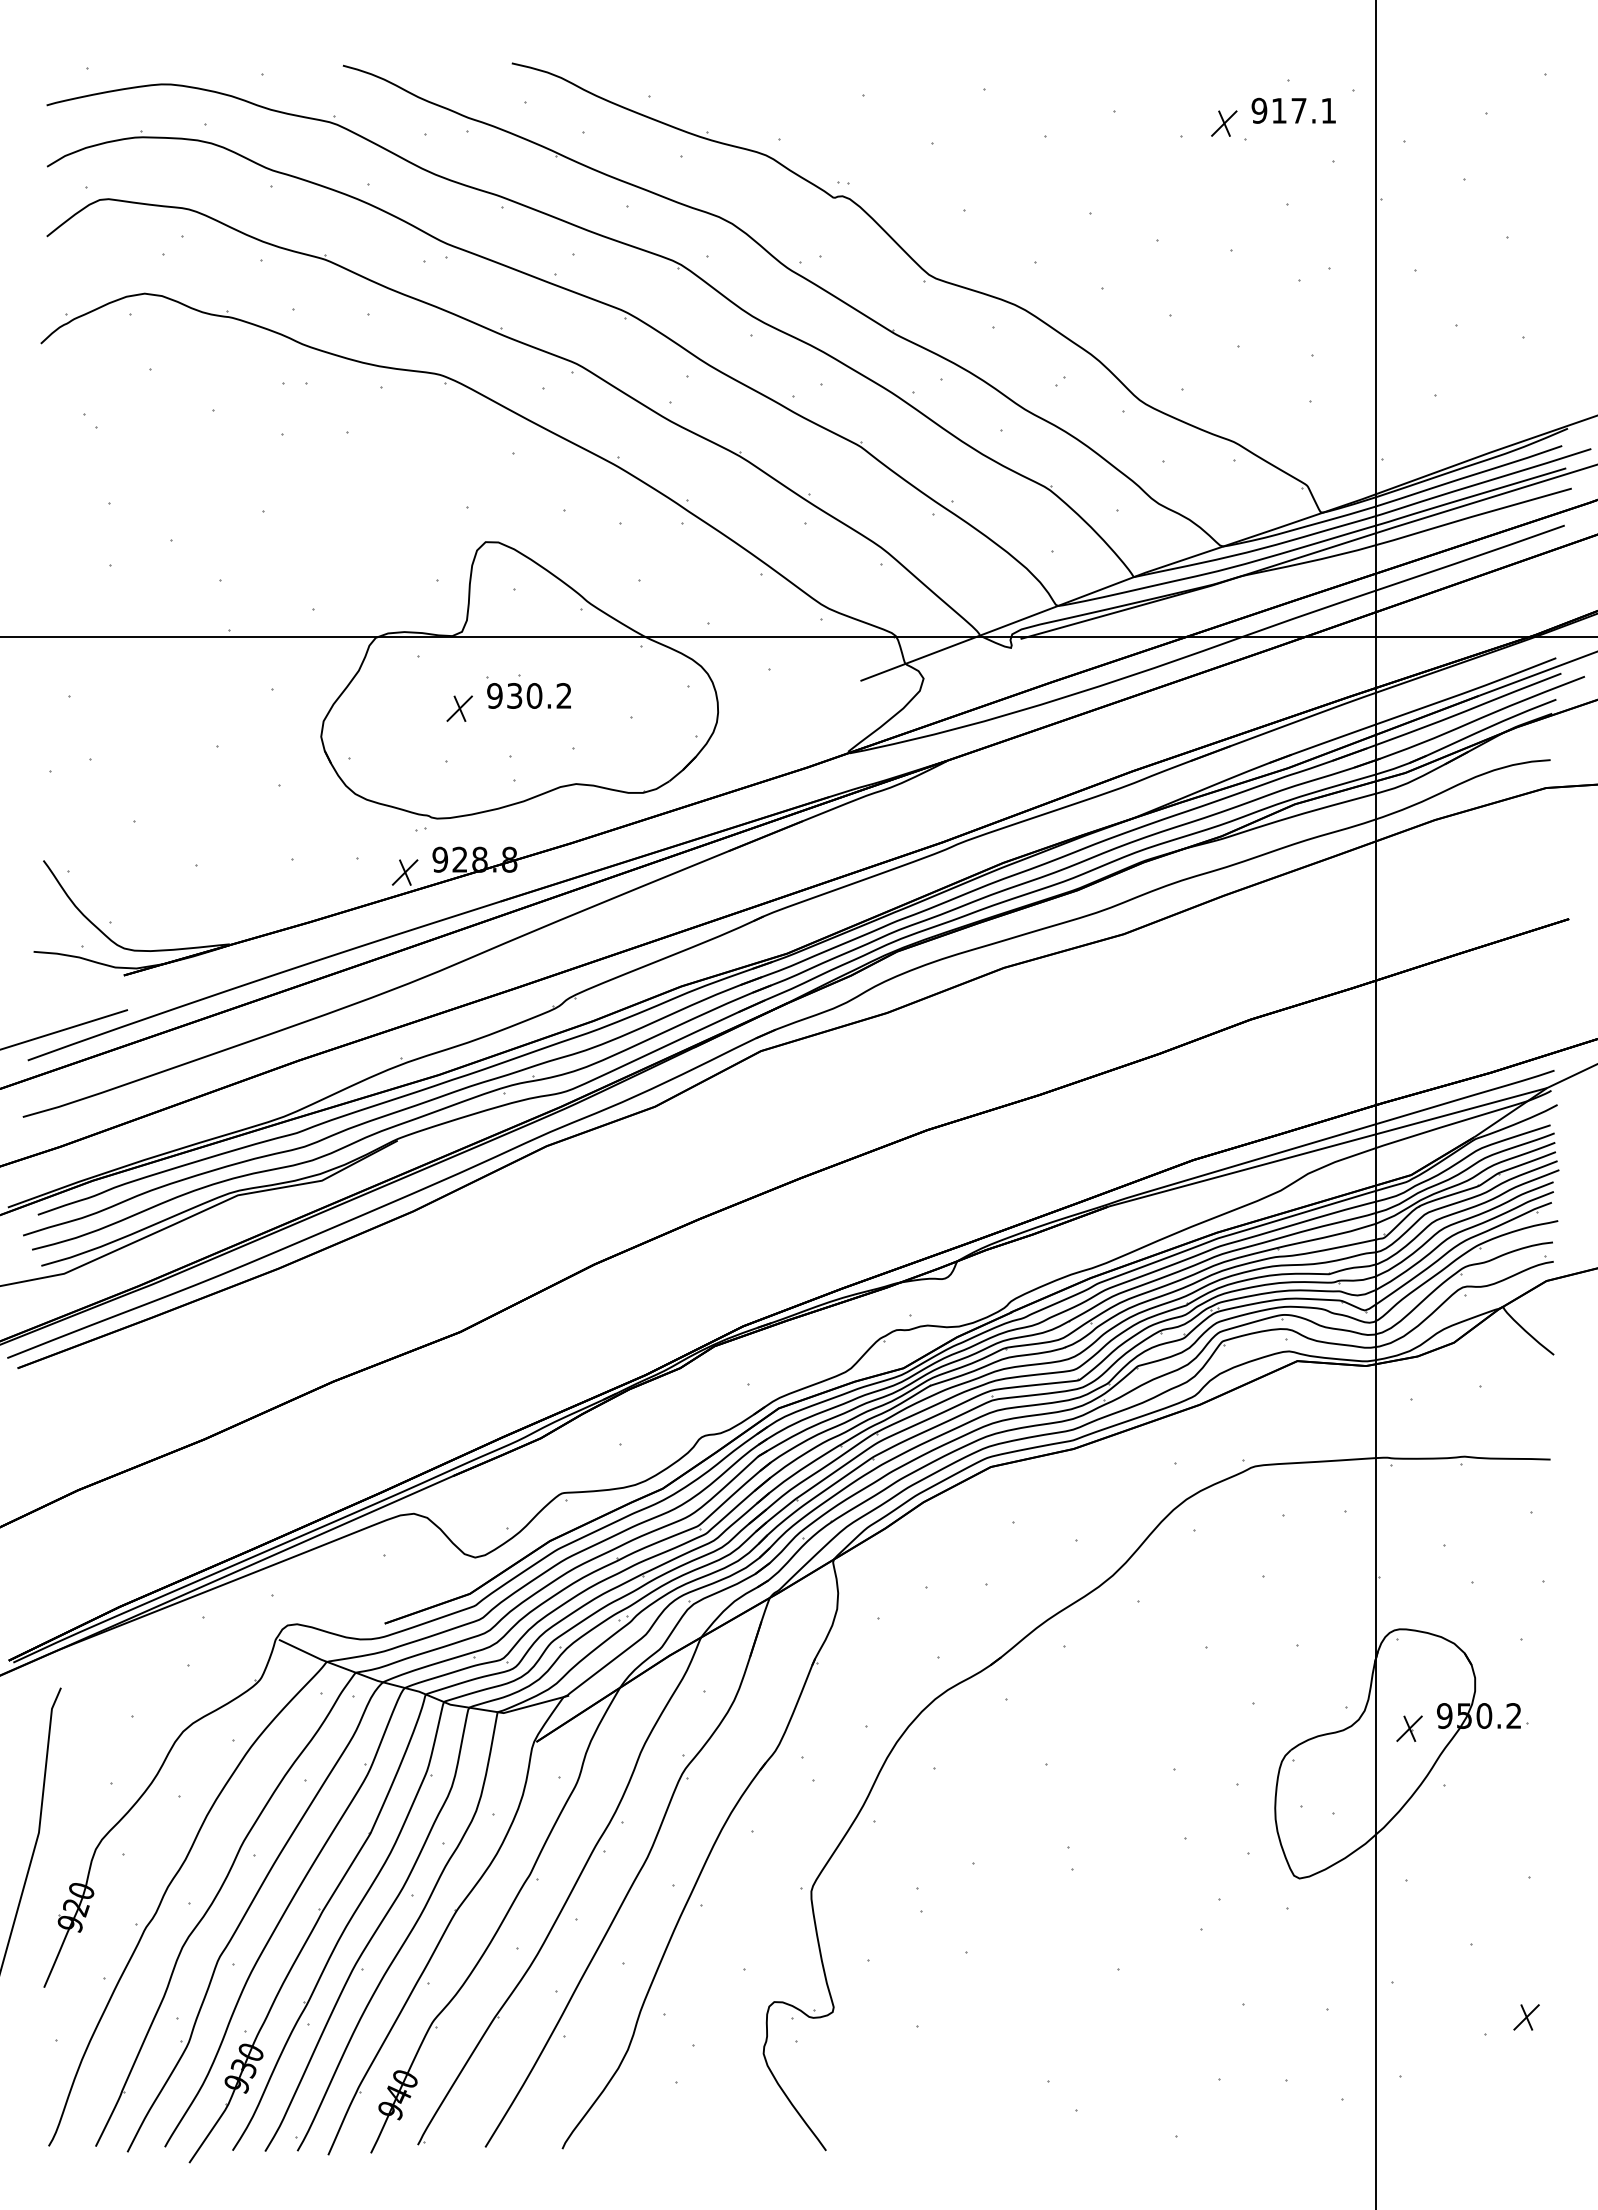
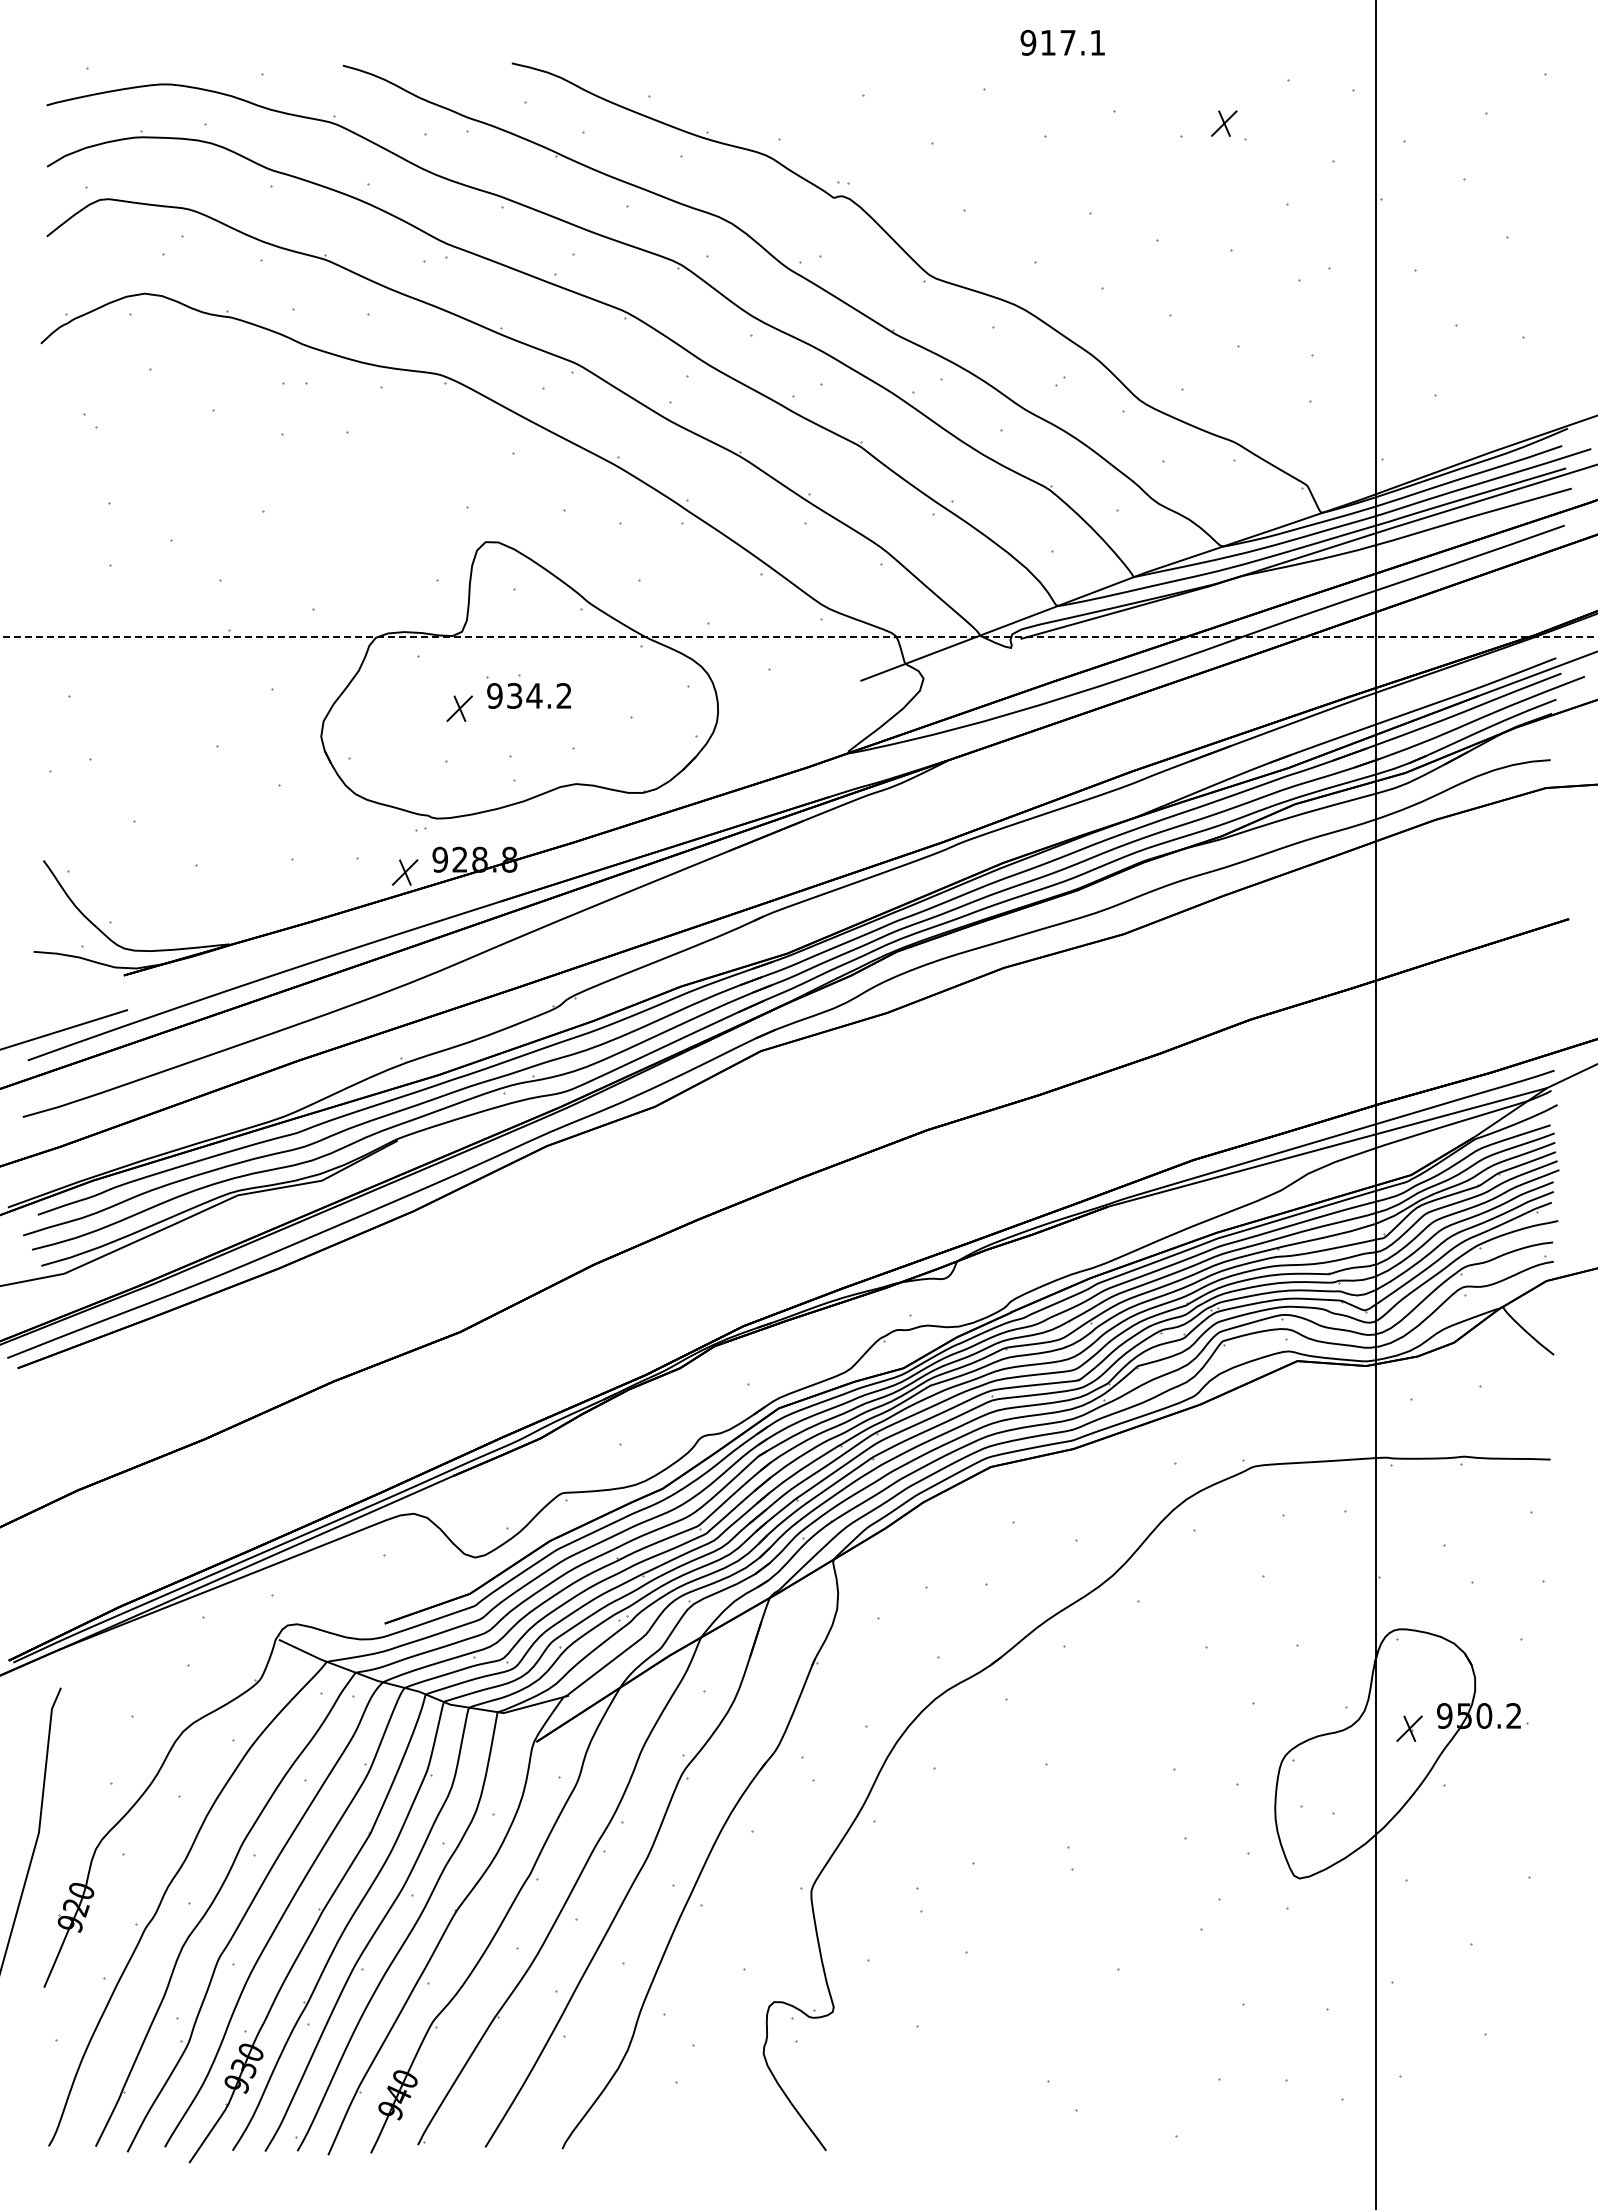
text at (1293, 110) position: (1293, 110) -> (1062, 42)
line at (798, 637): solid -> dashed
text at (534, 695): 930.2 -> 934.2
part at (1526, 2017): present -> none
